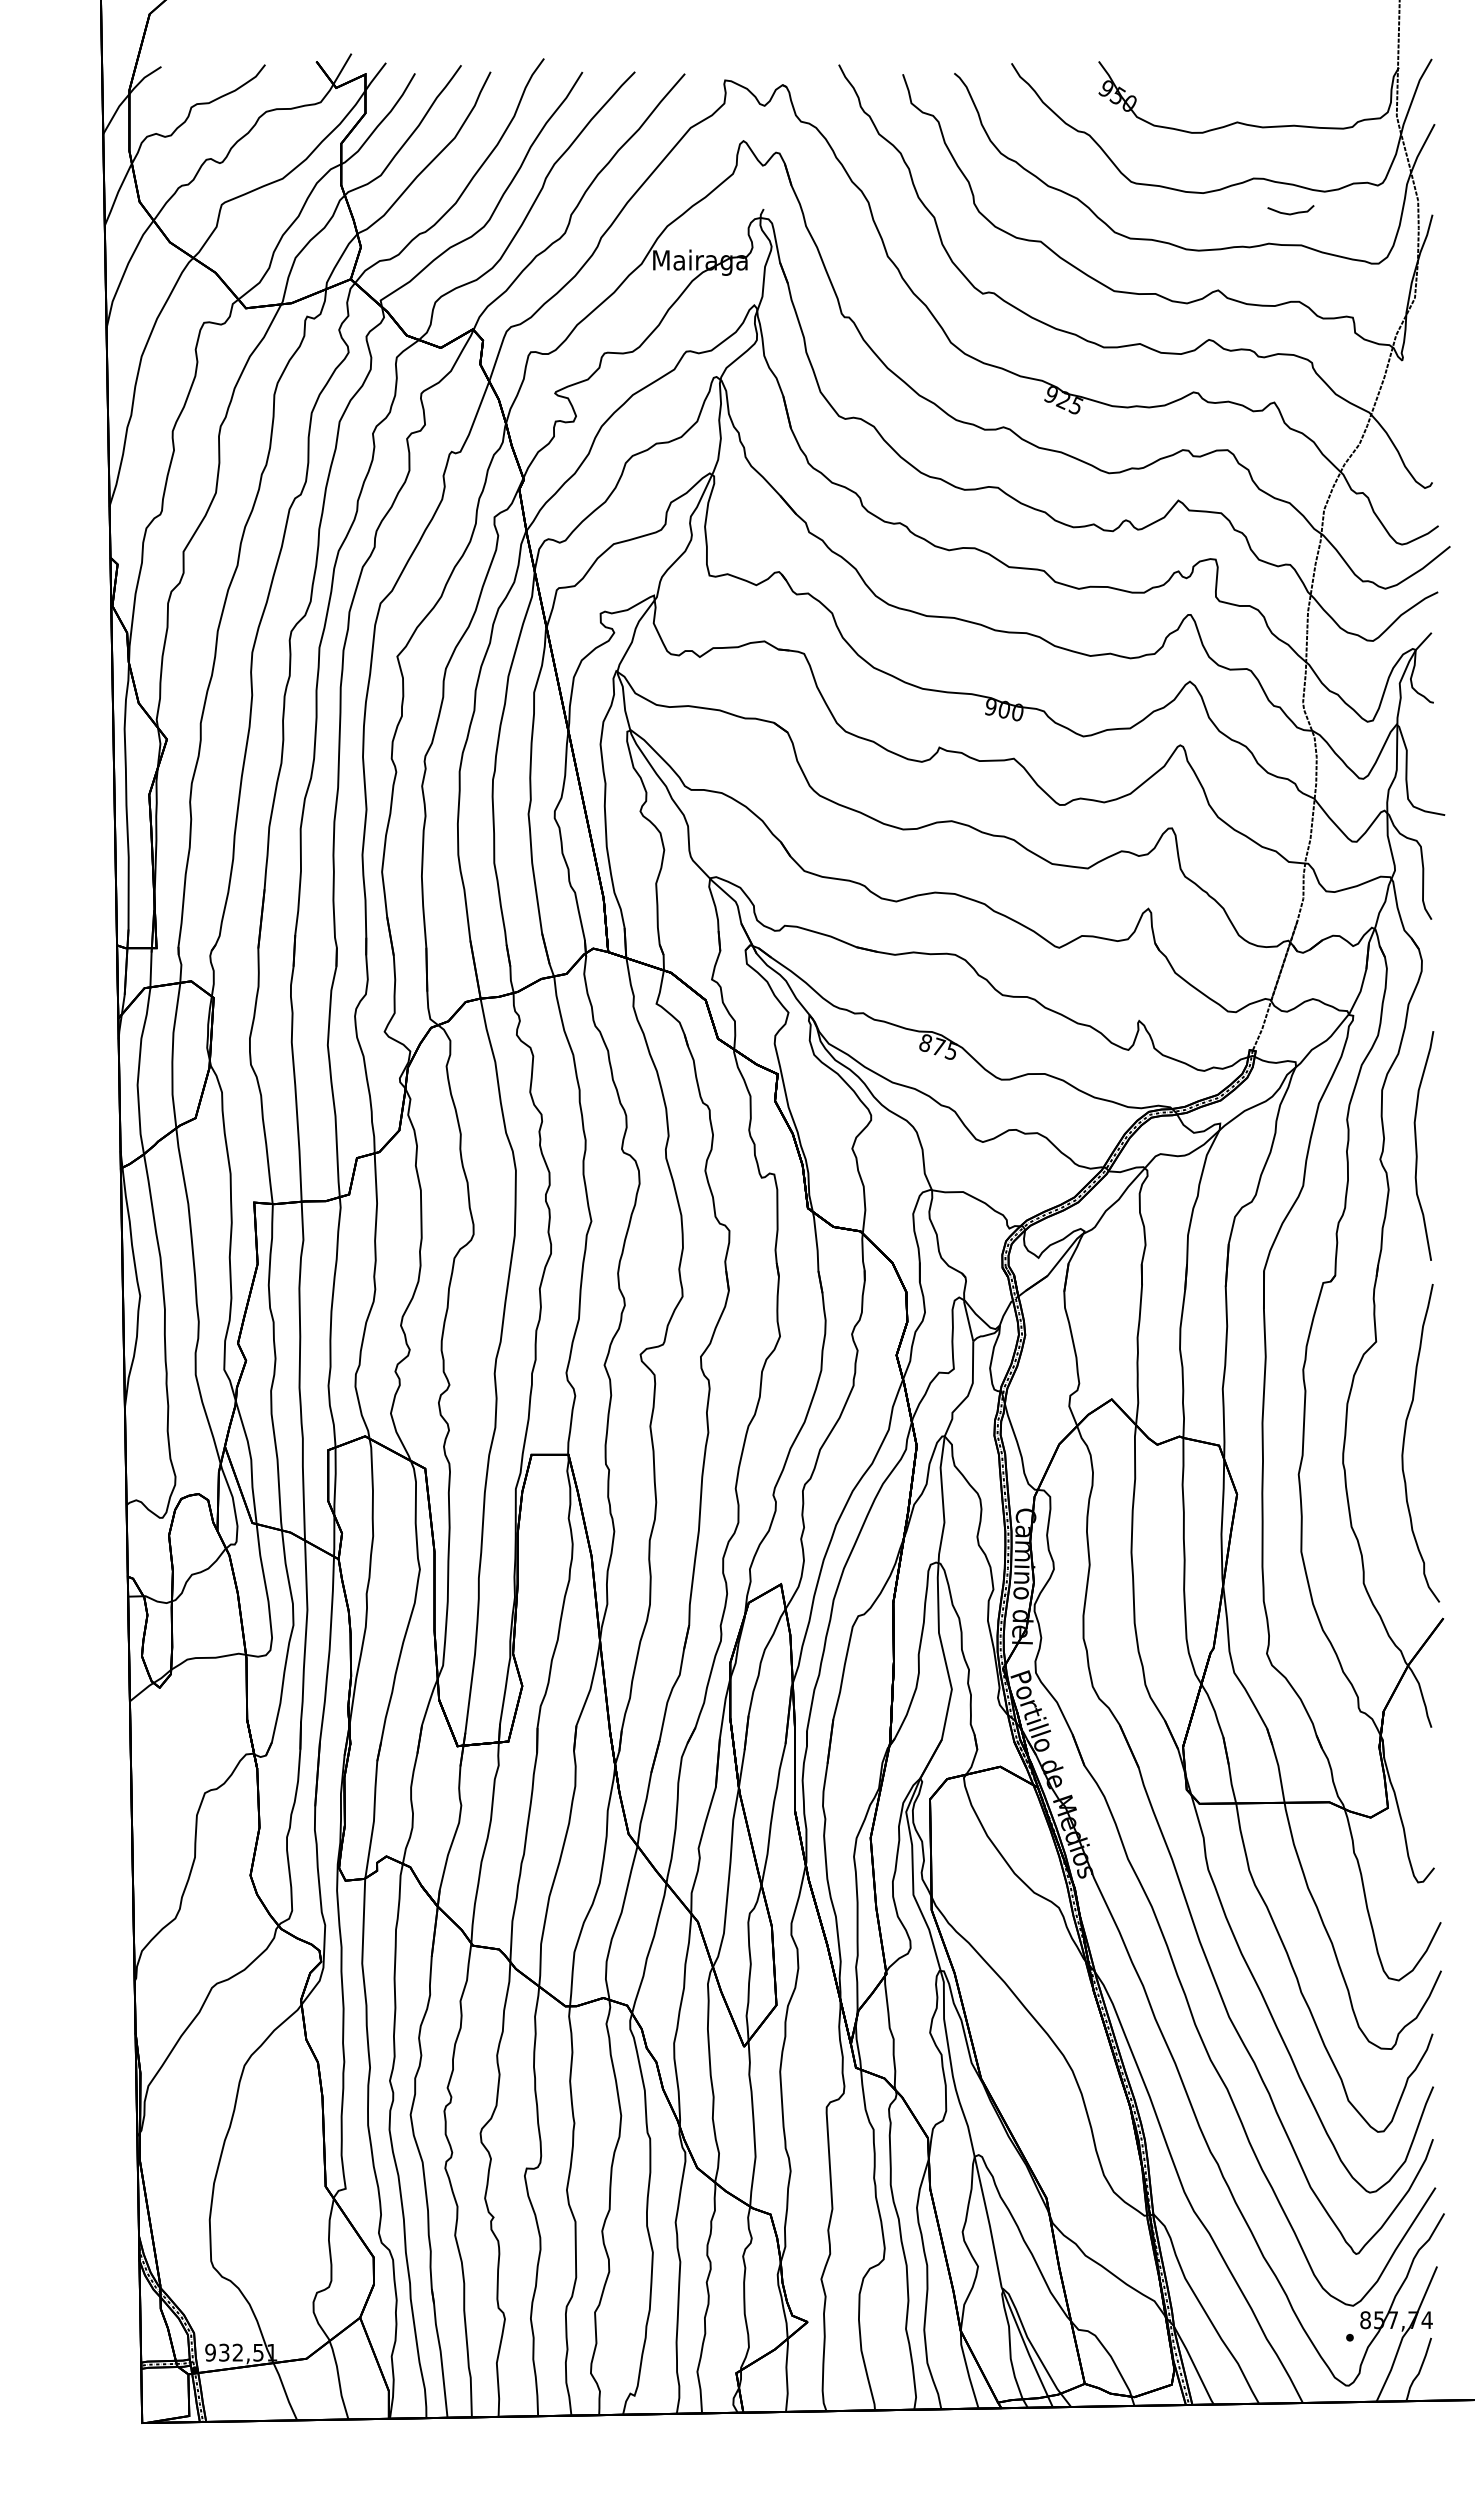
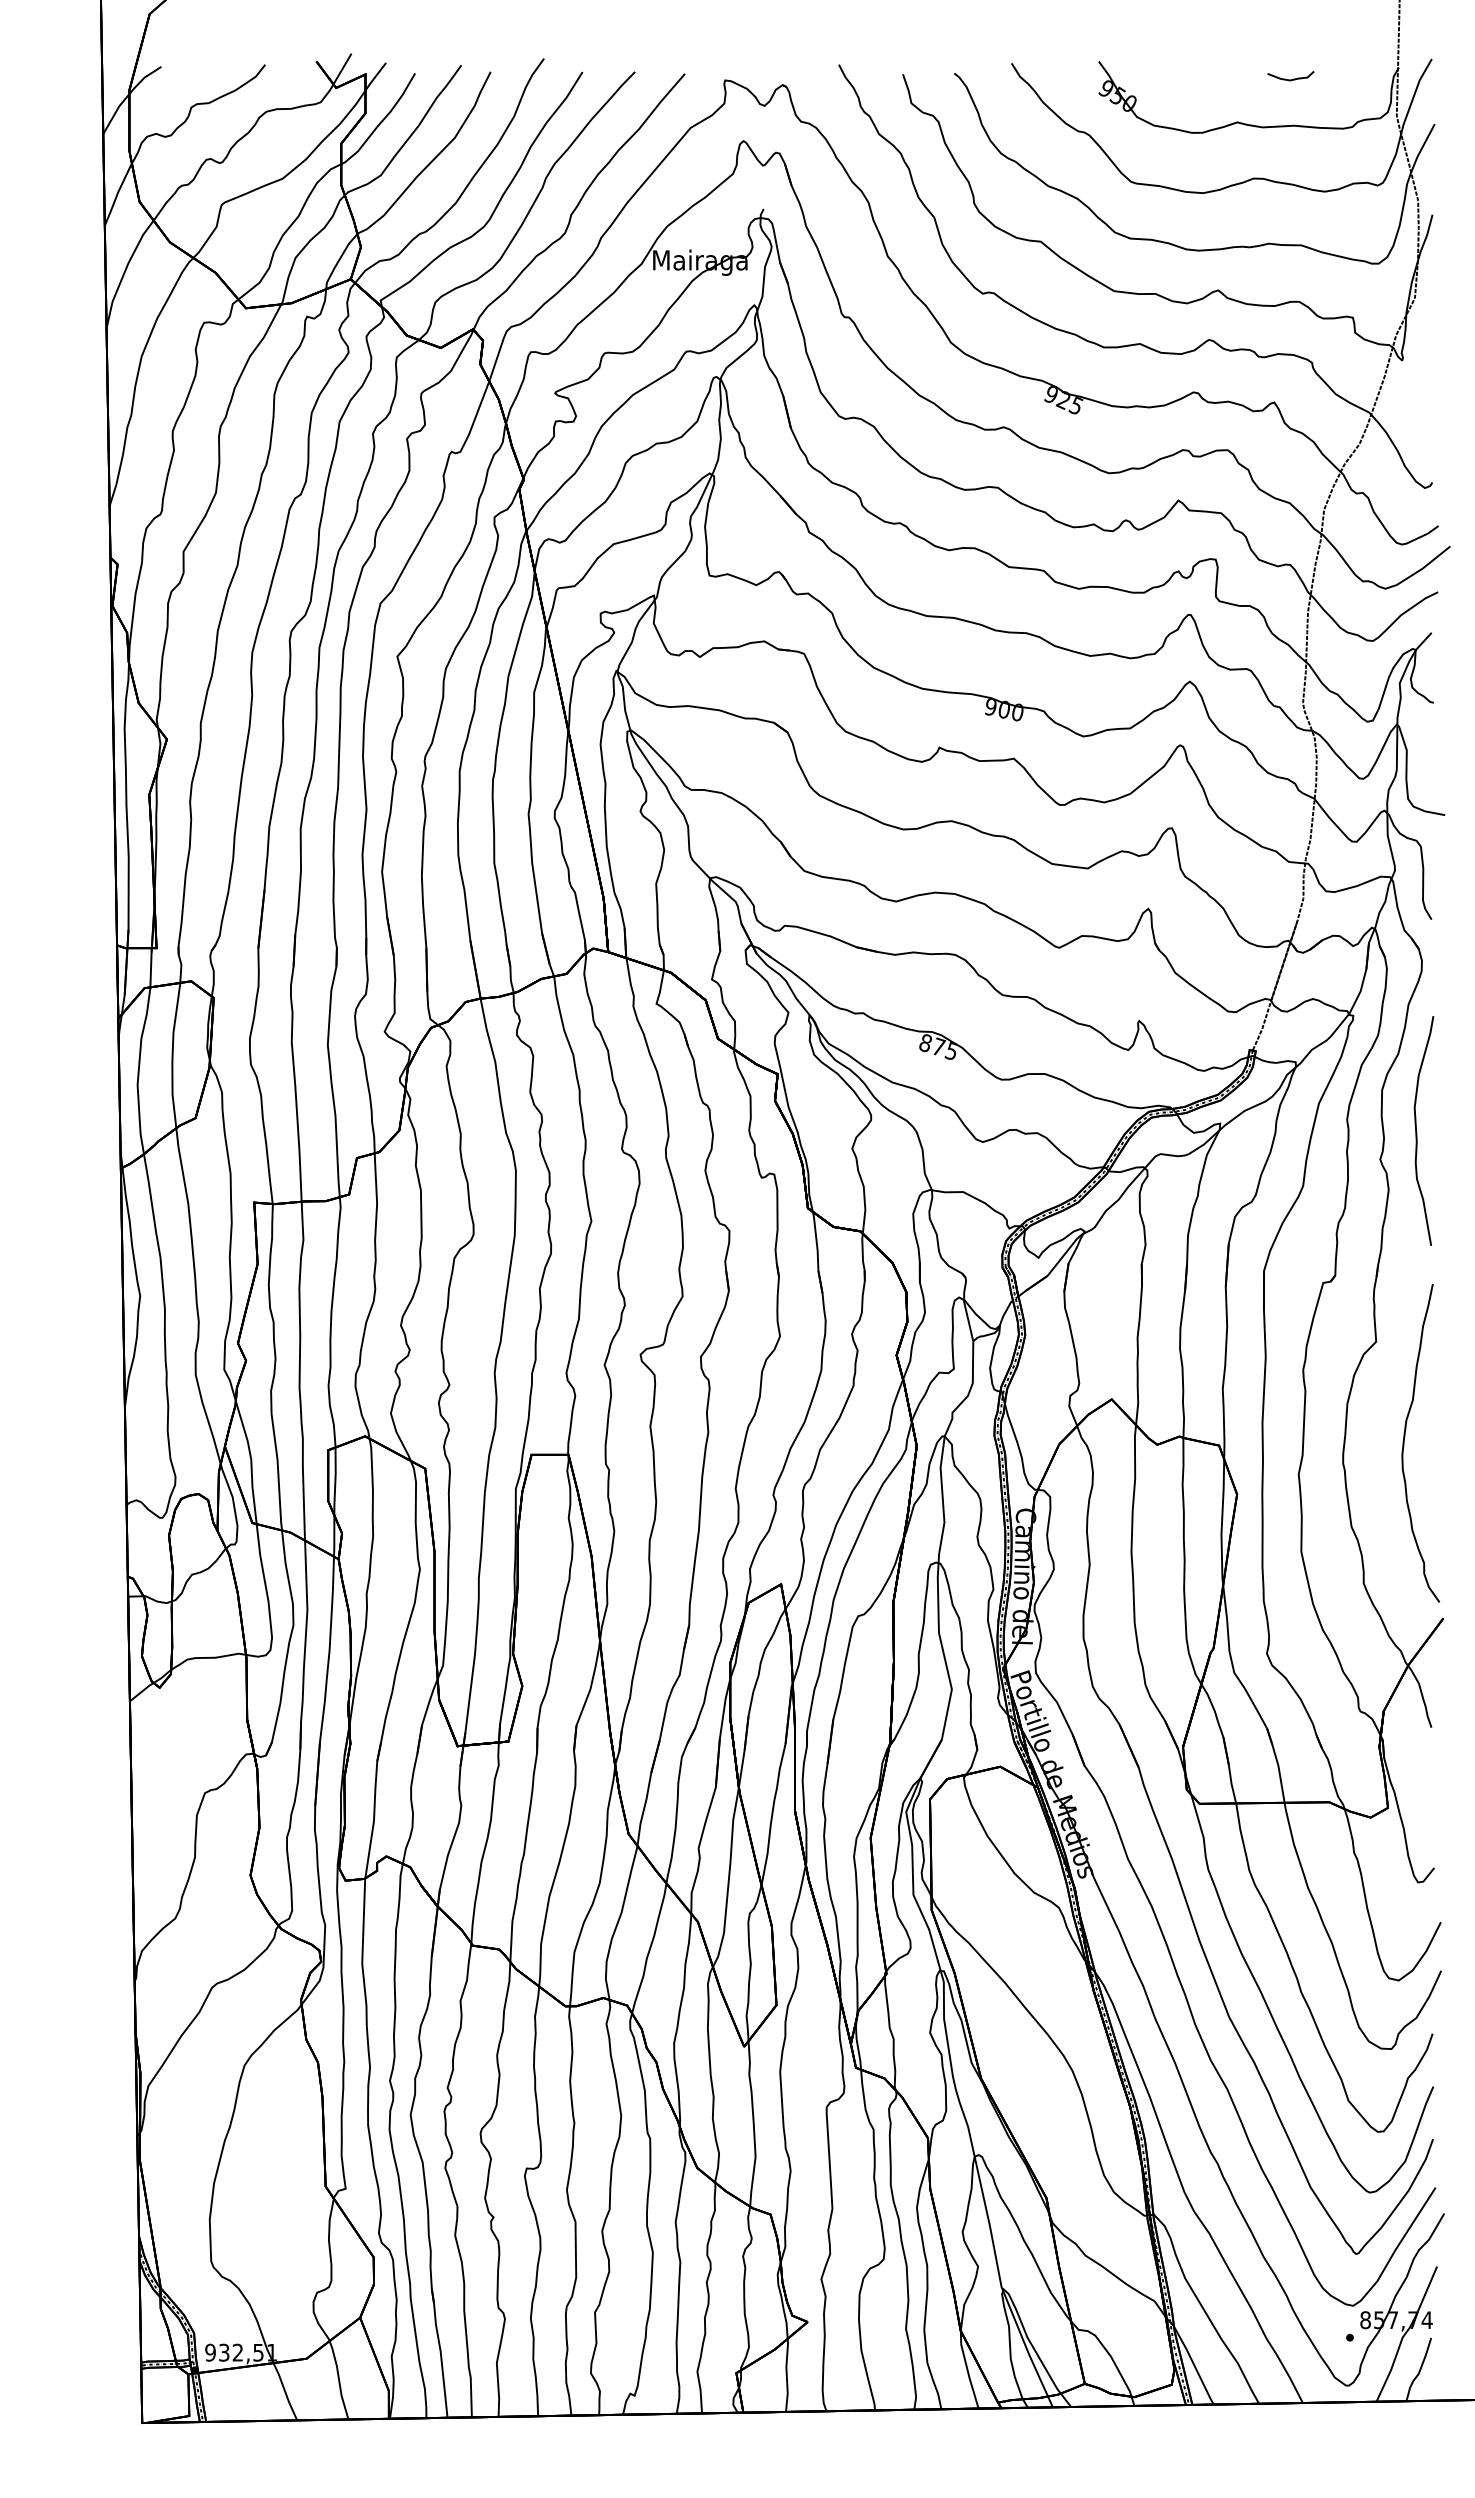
curve at (1290, 213) position: (1290, 213) -> (1290, 79)
curve at (1417, 1146) position: (1417, 1146) -> (1417, 1131)
